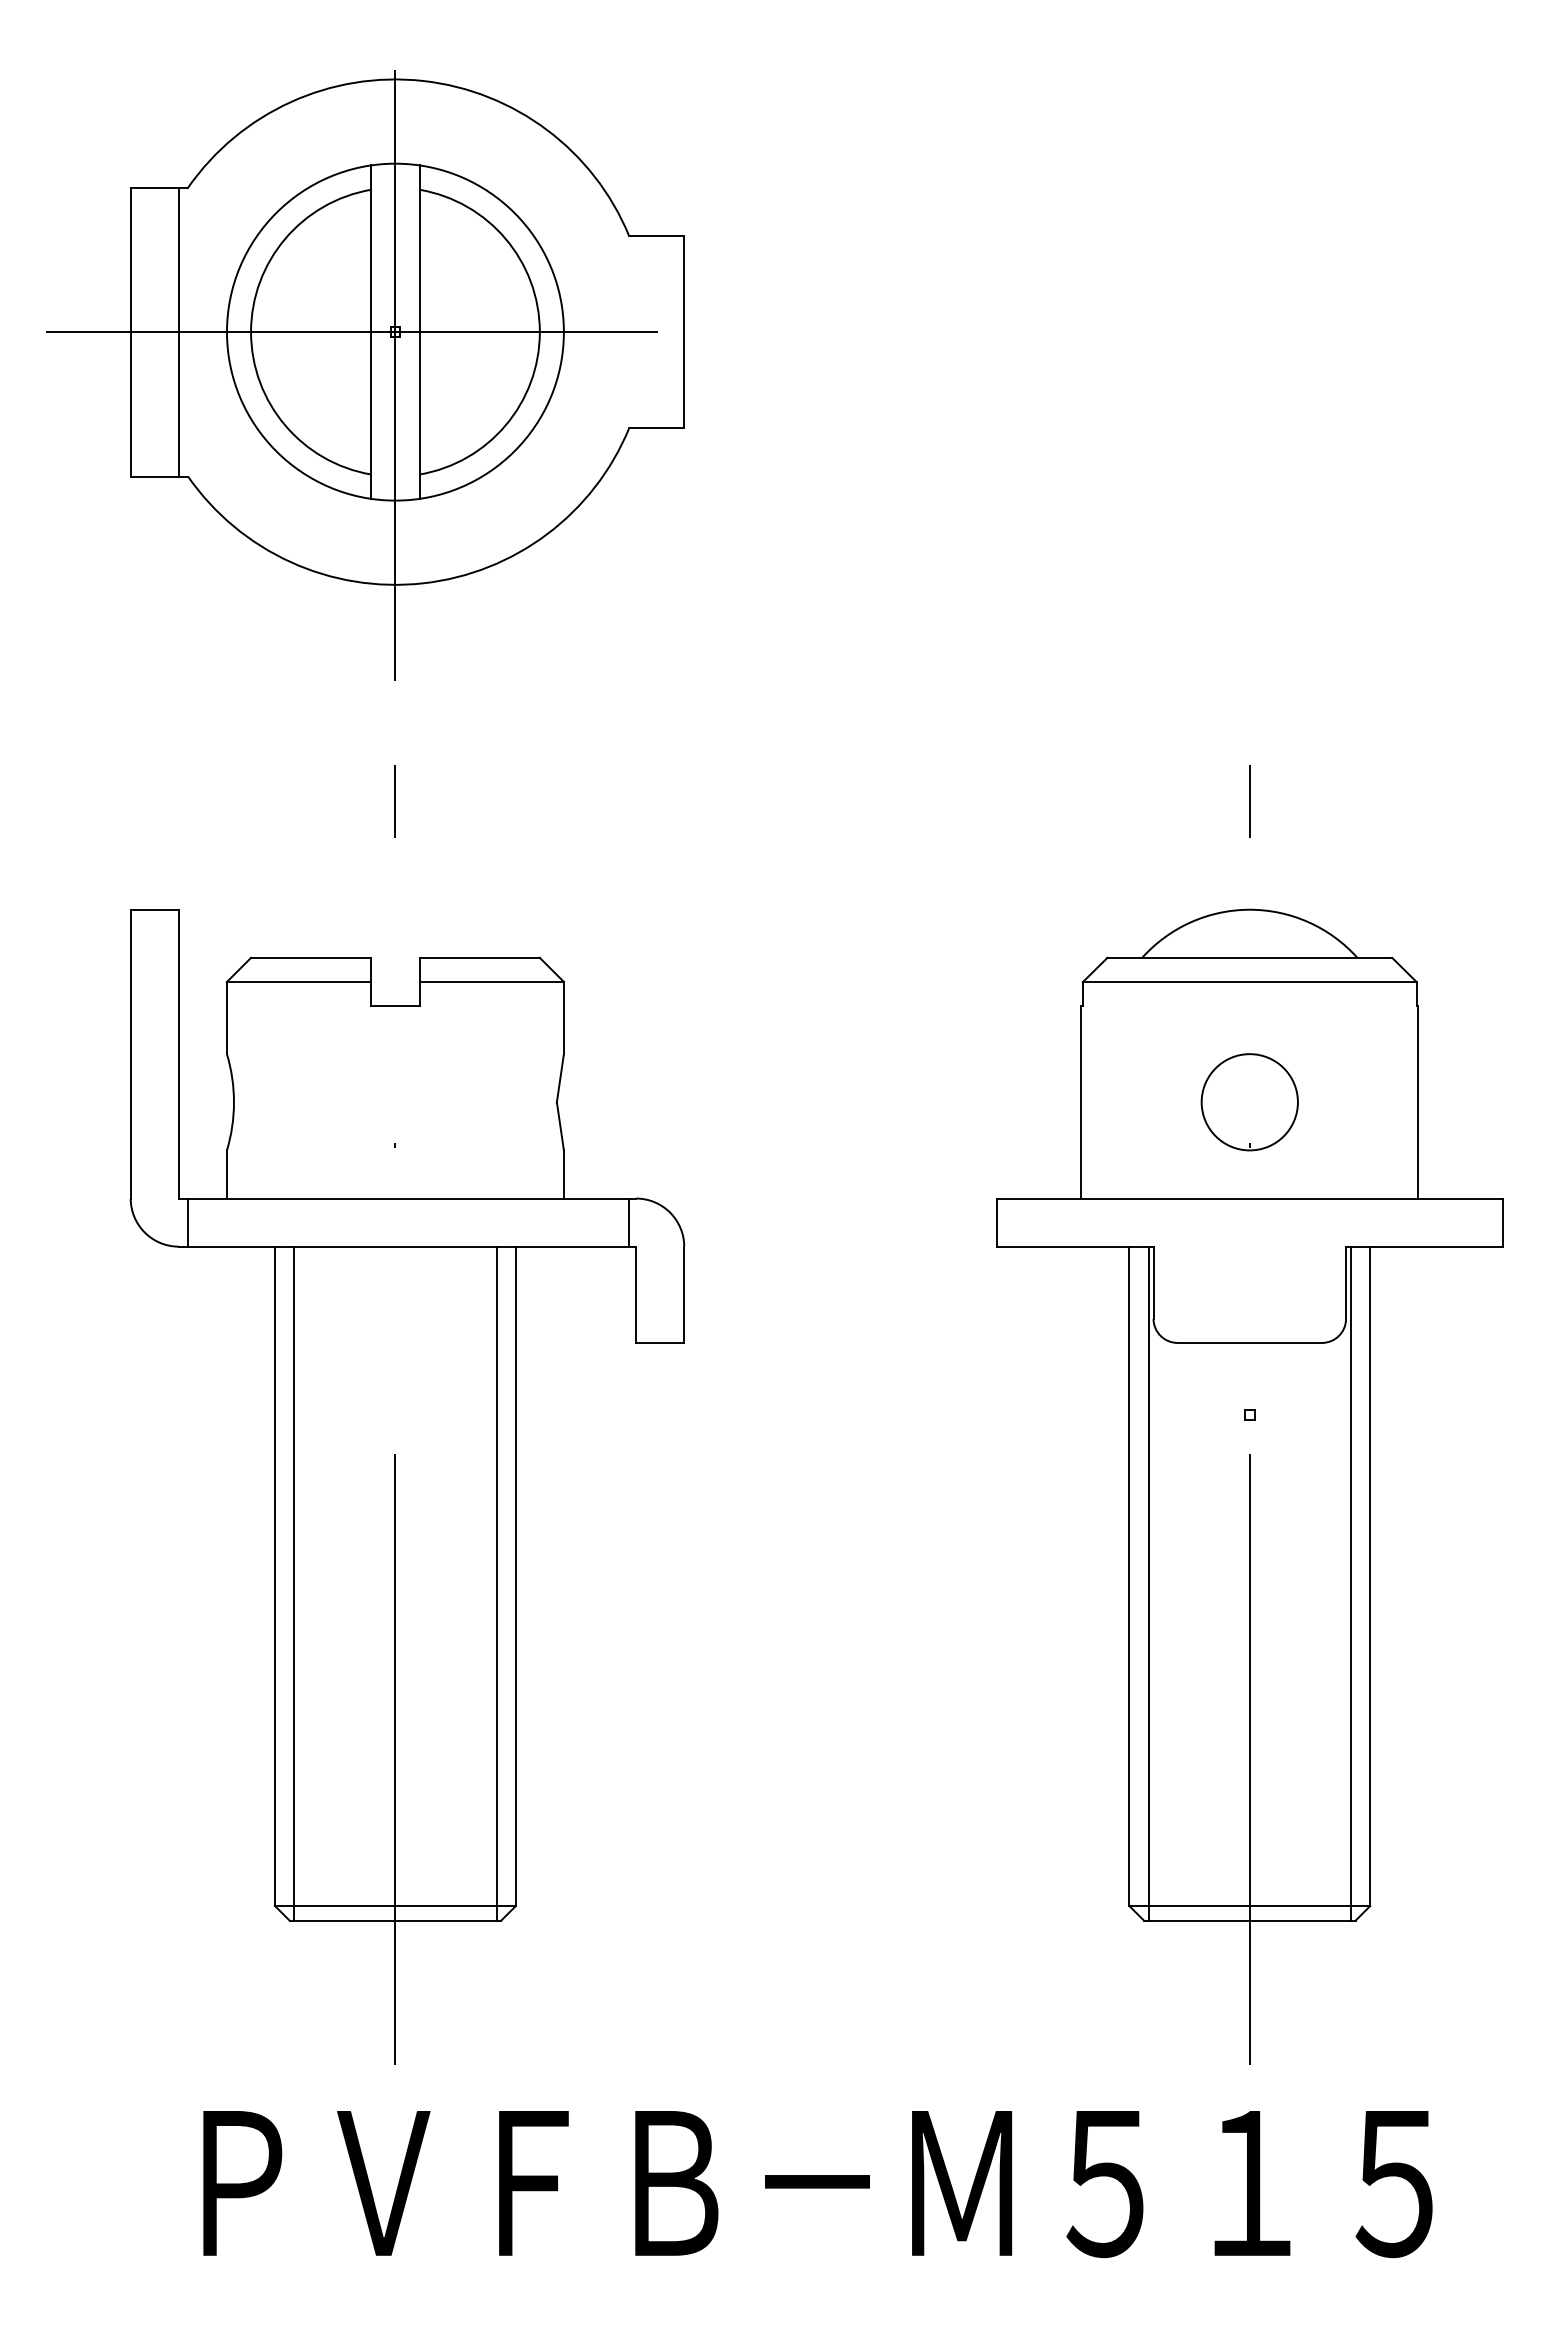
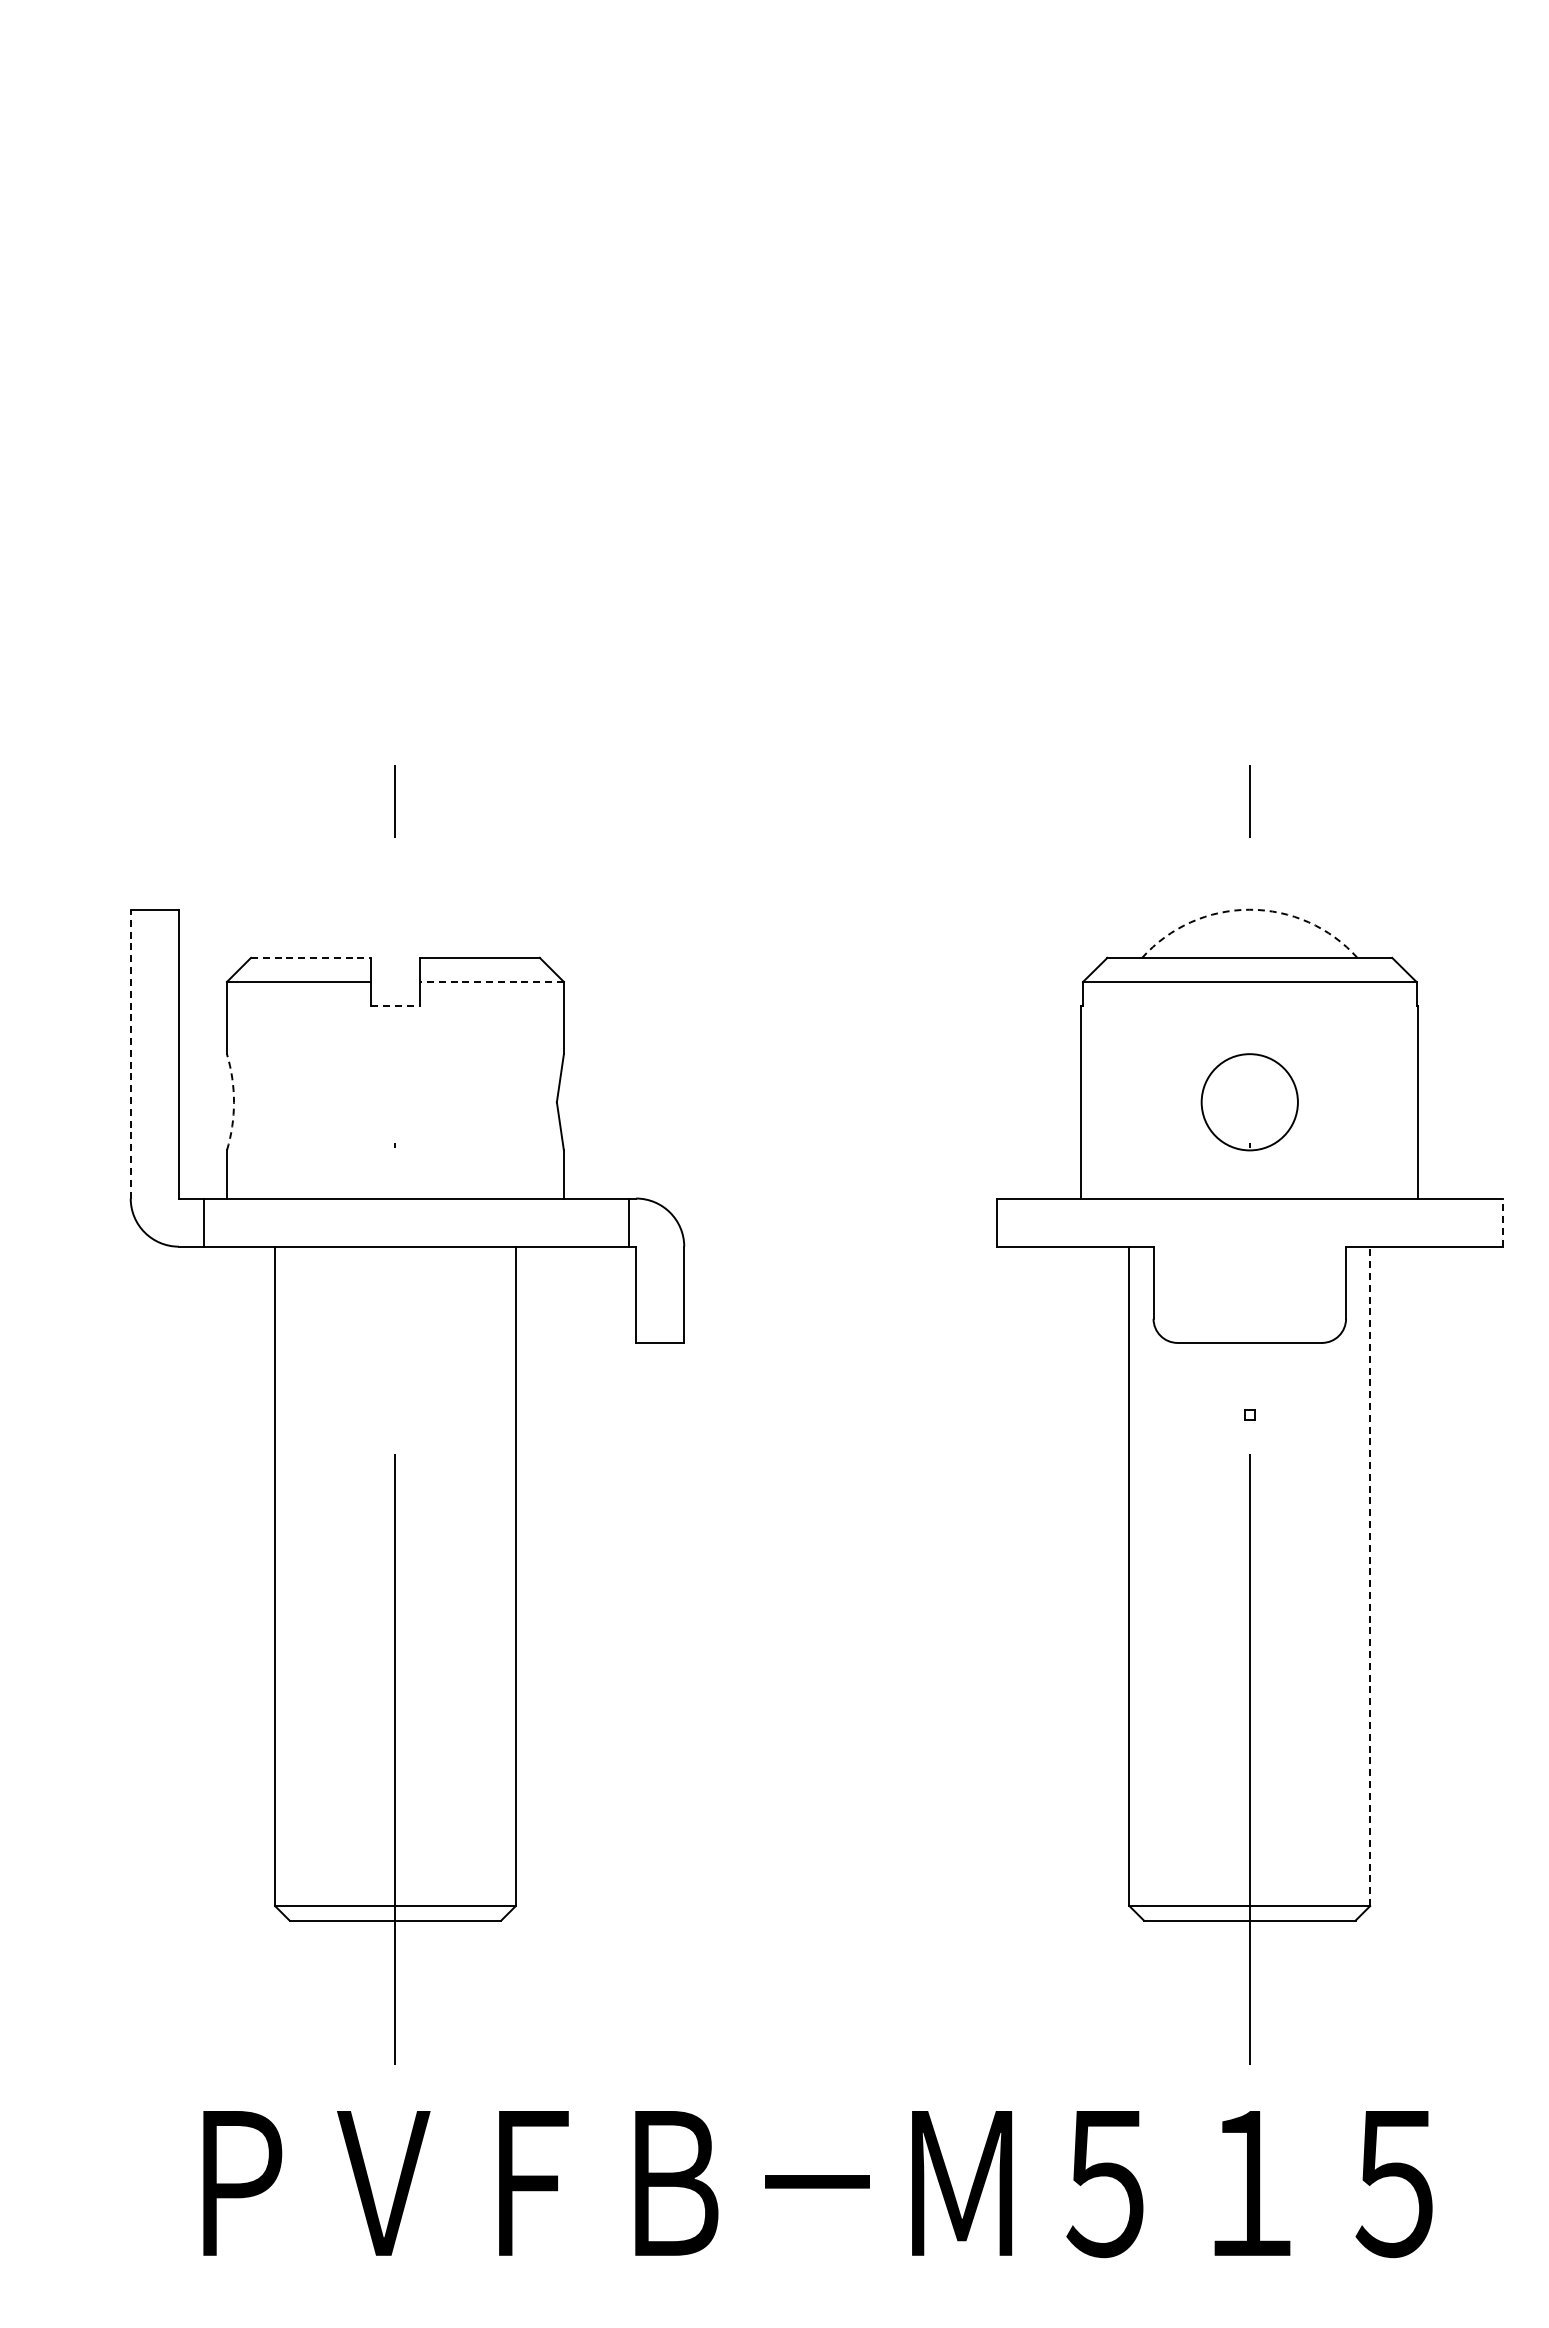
part at (365, 375): present -> none
arc at (1249, 909): solid -> dashed
line at (311, 957): solid -> dashed
line at (491, 981): solid -> dashed
line at (395, 1006): solid -> dashed
line at (130, 1053): solid -> dashed
arc at (234, 1102): solid -> dashed
line at (188, 1222) position: (188, 1222) -> (204, 1222)
line at (1502, 1222): solid -> dashed
line at (1370, 1576): solid -> dashed
line at (294, 1583): present -> none
line at (496, 1583): present -> none
line at (1148, 1583): present -> none
line at (1350, 1583): present -> none
